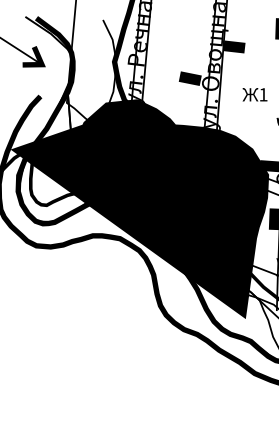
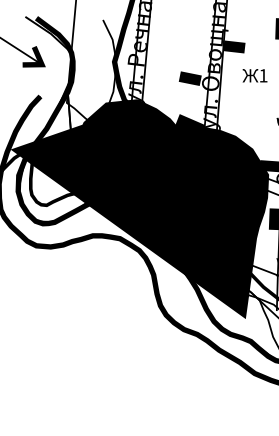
text at (254, 94) position: (254, 94) -> (254, 75)
fill at (189, 125): none -> present
